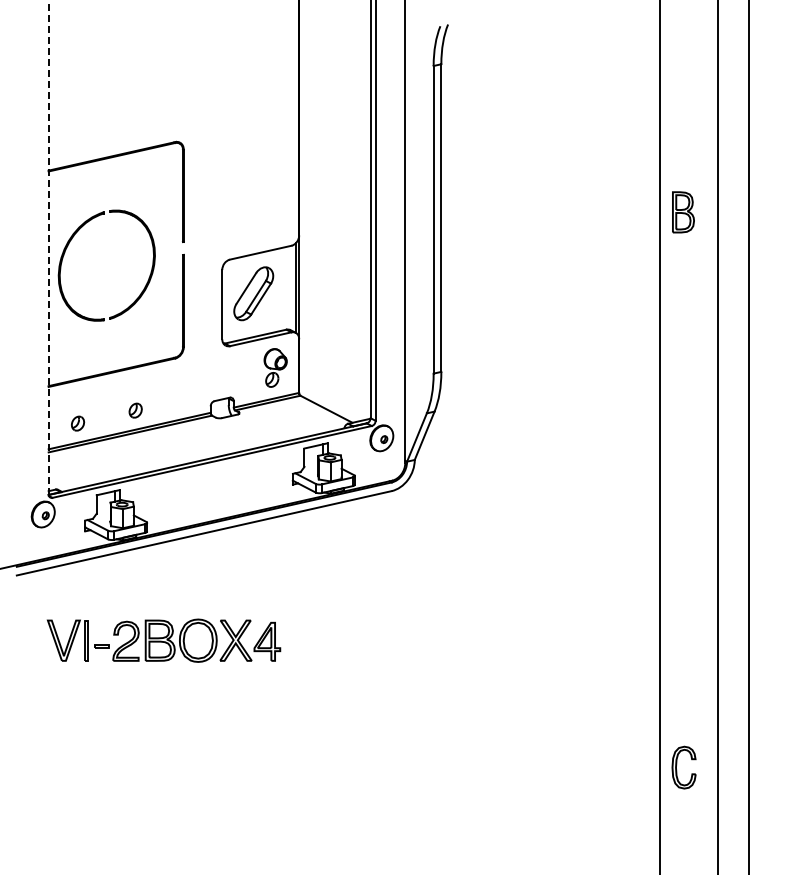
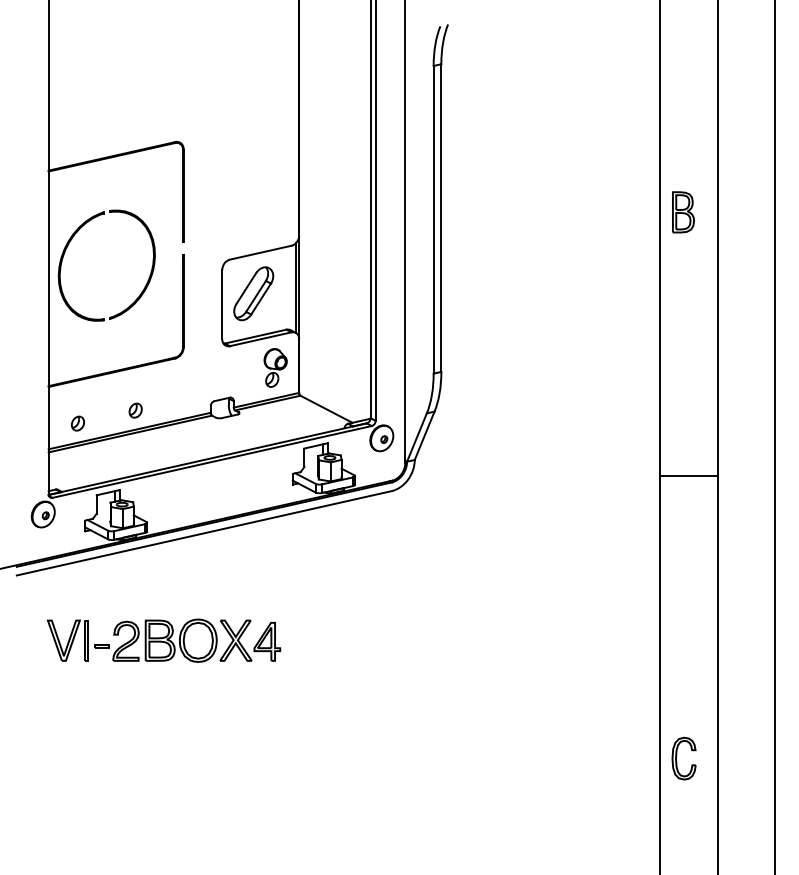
line at (48, 247): dashed -> solid
line at (749, 436) position: (749, 436) -> (775, 436)
line at (688, 476): none -> present
part at (677, 764) position: (677, 764) -> (677, 755)
